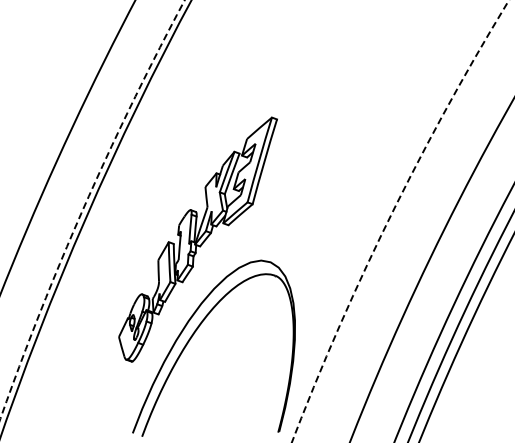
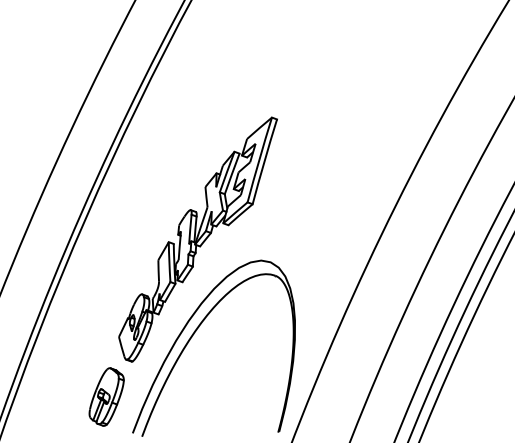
circle at (92, 209): dashed -> solid
circle at (399, 221): dashed -> solid
part at (106, 396): none -> present
